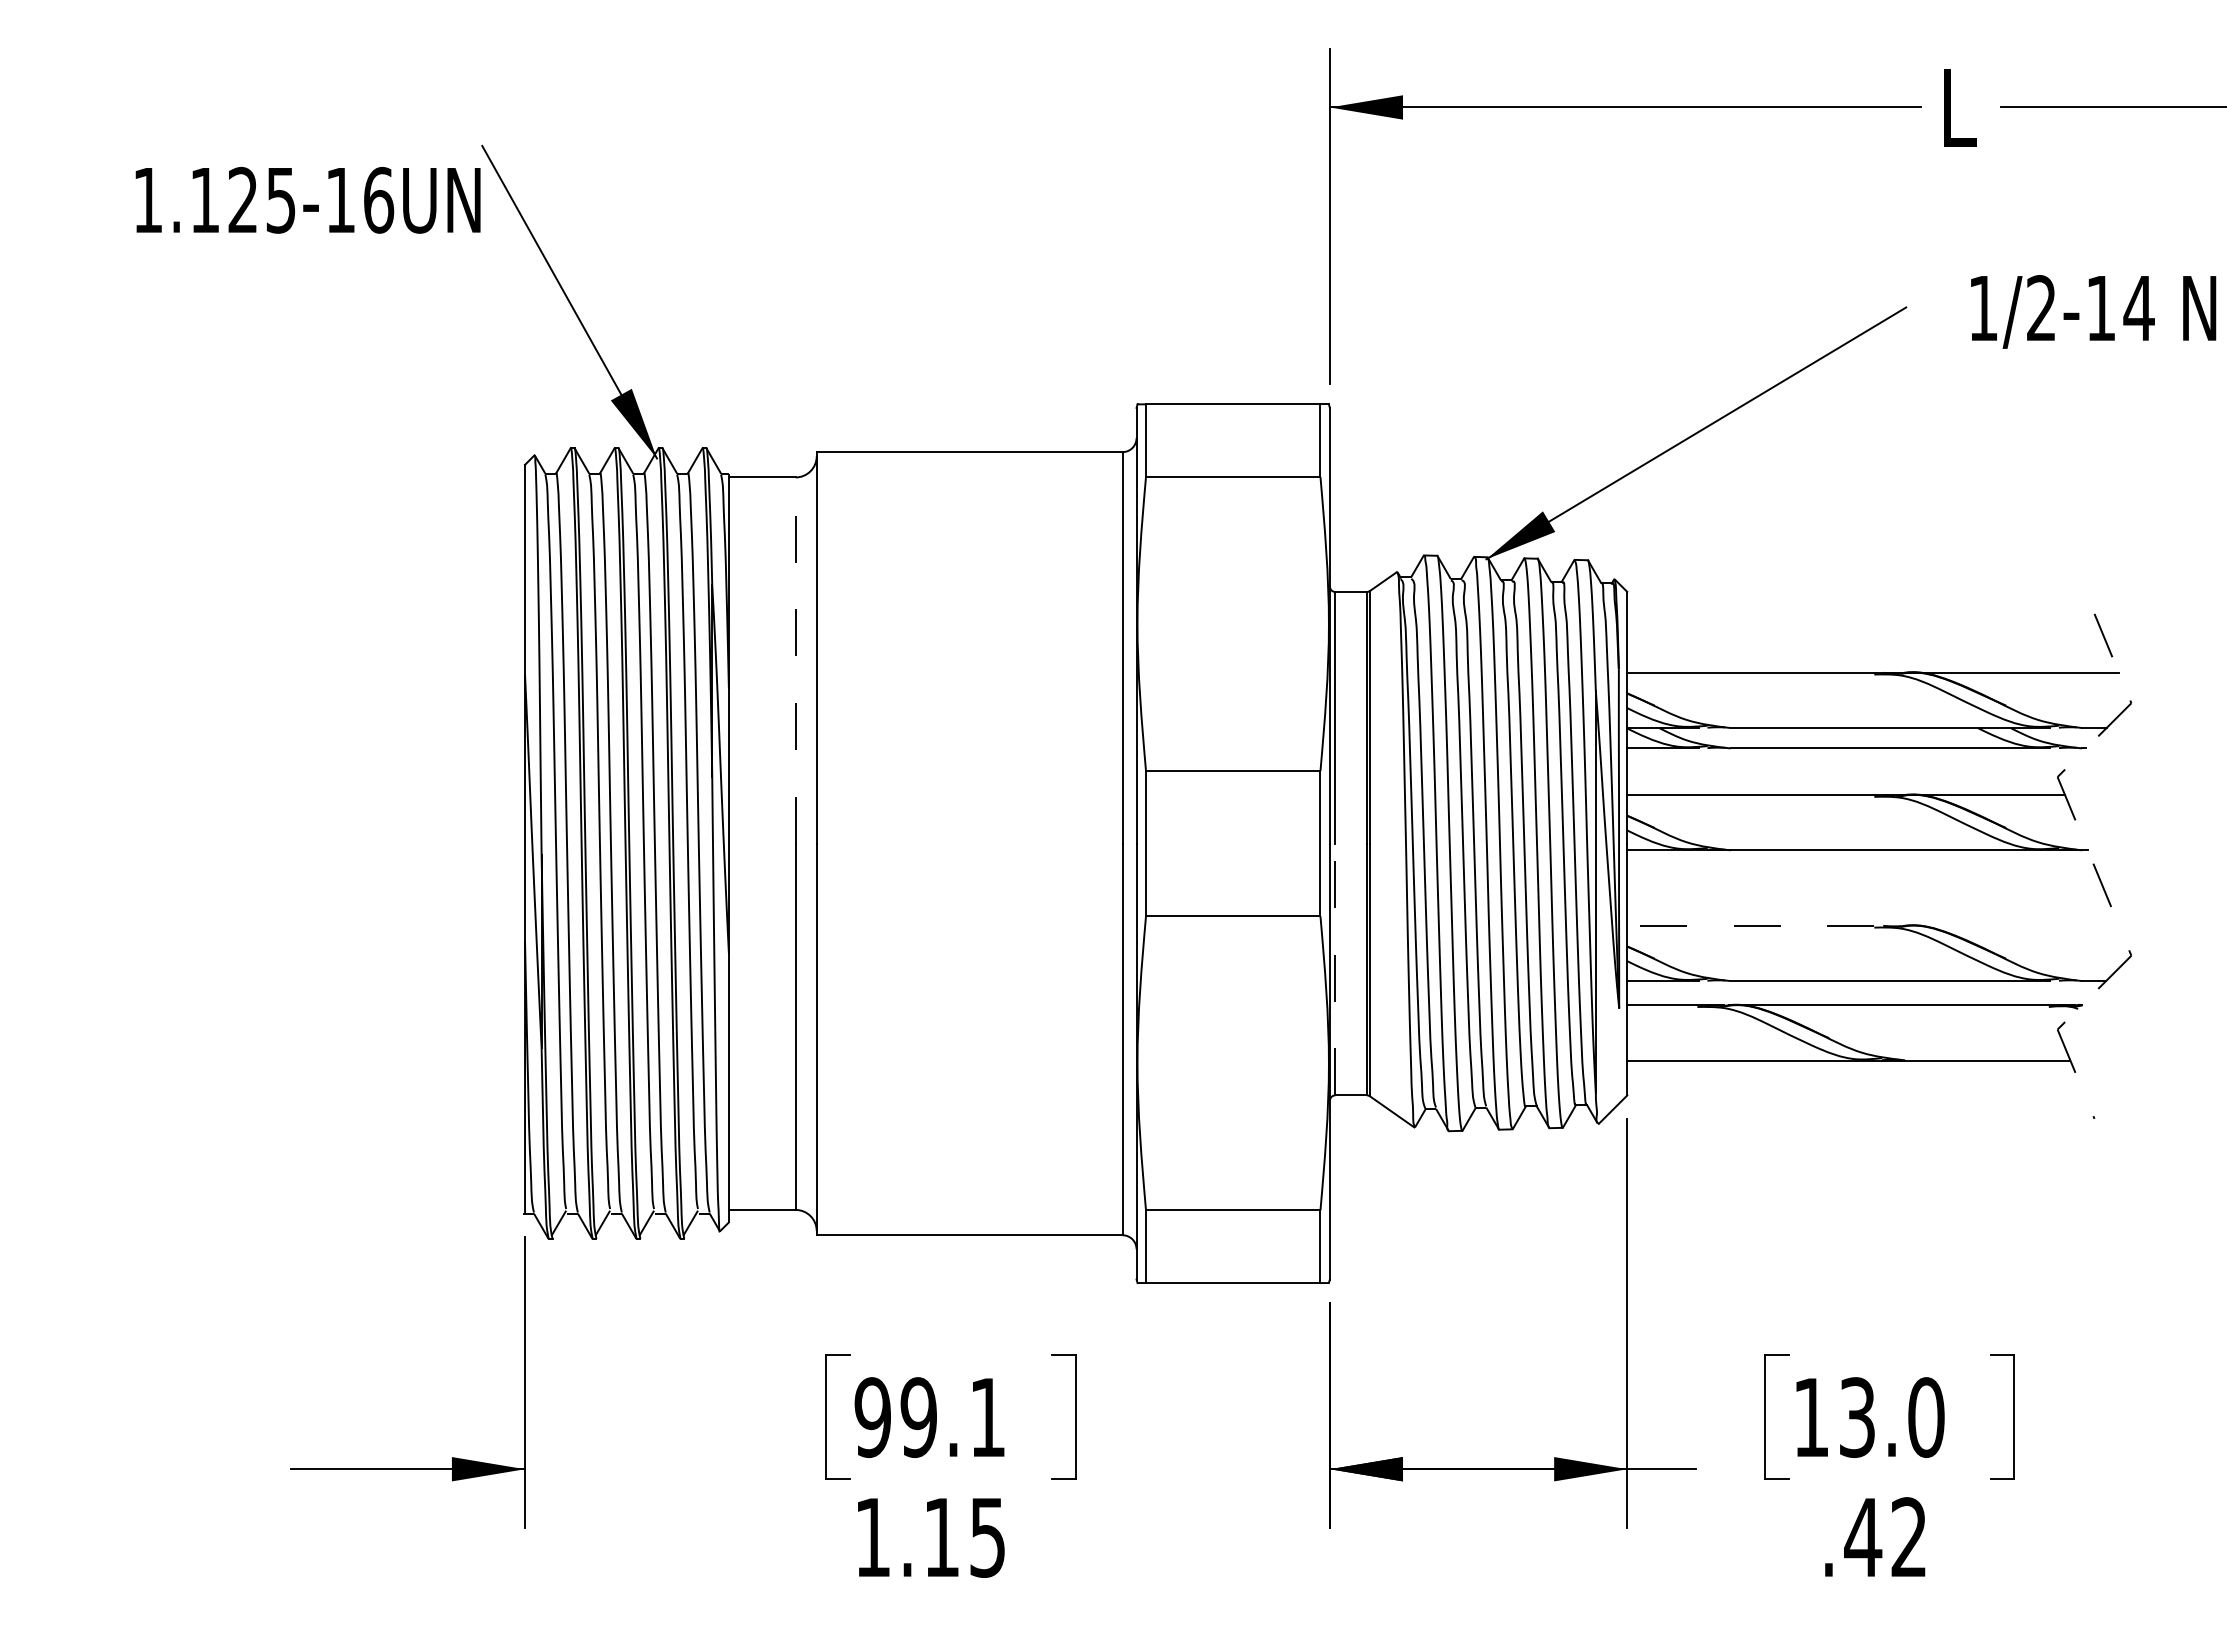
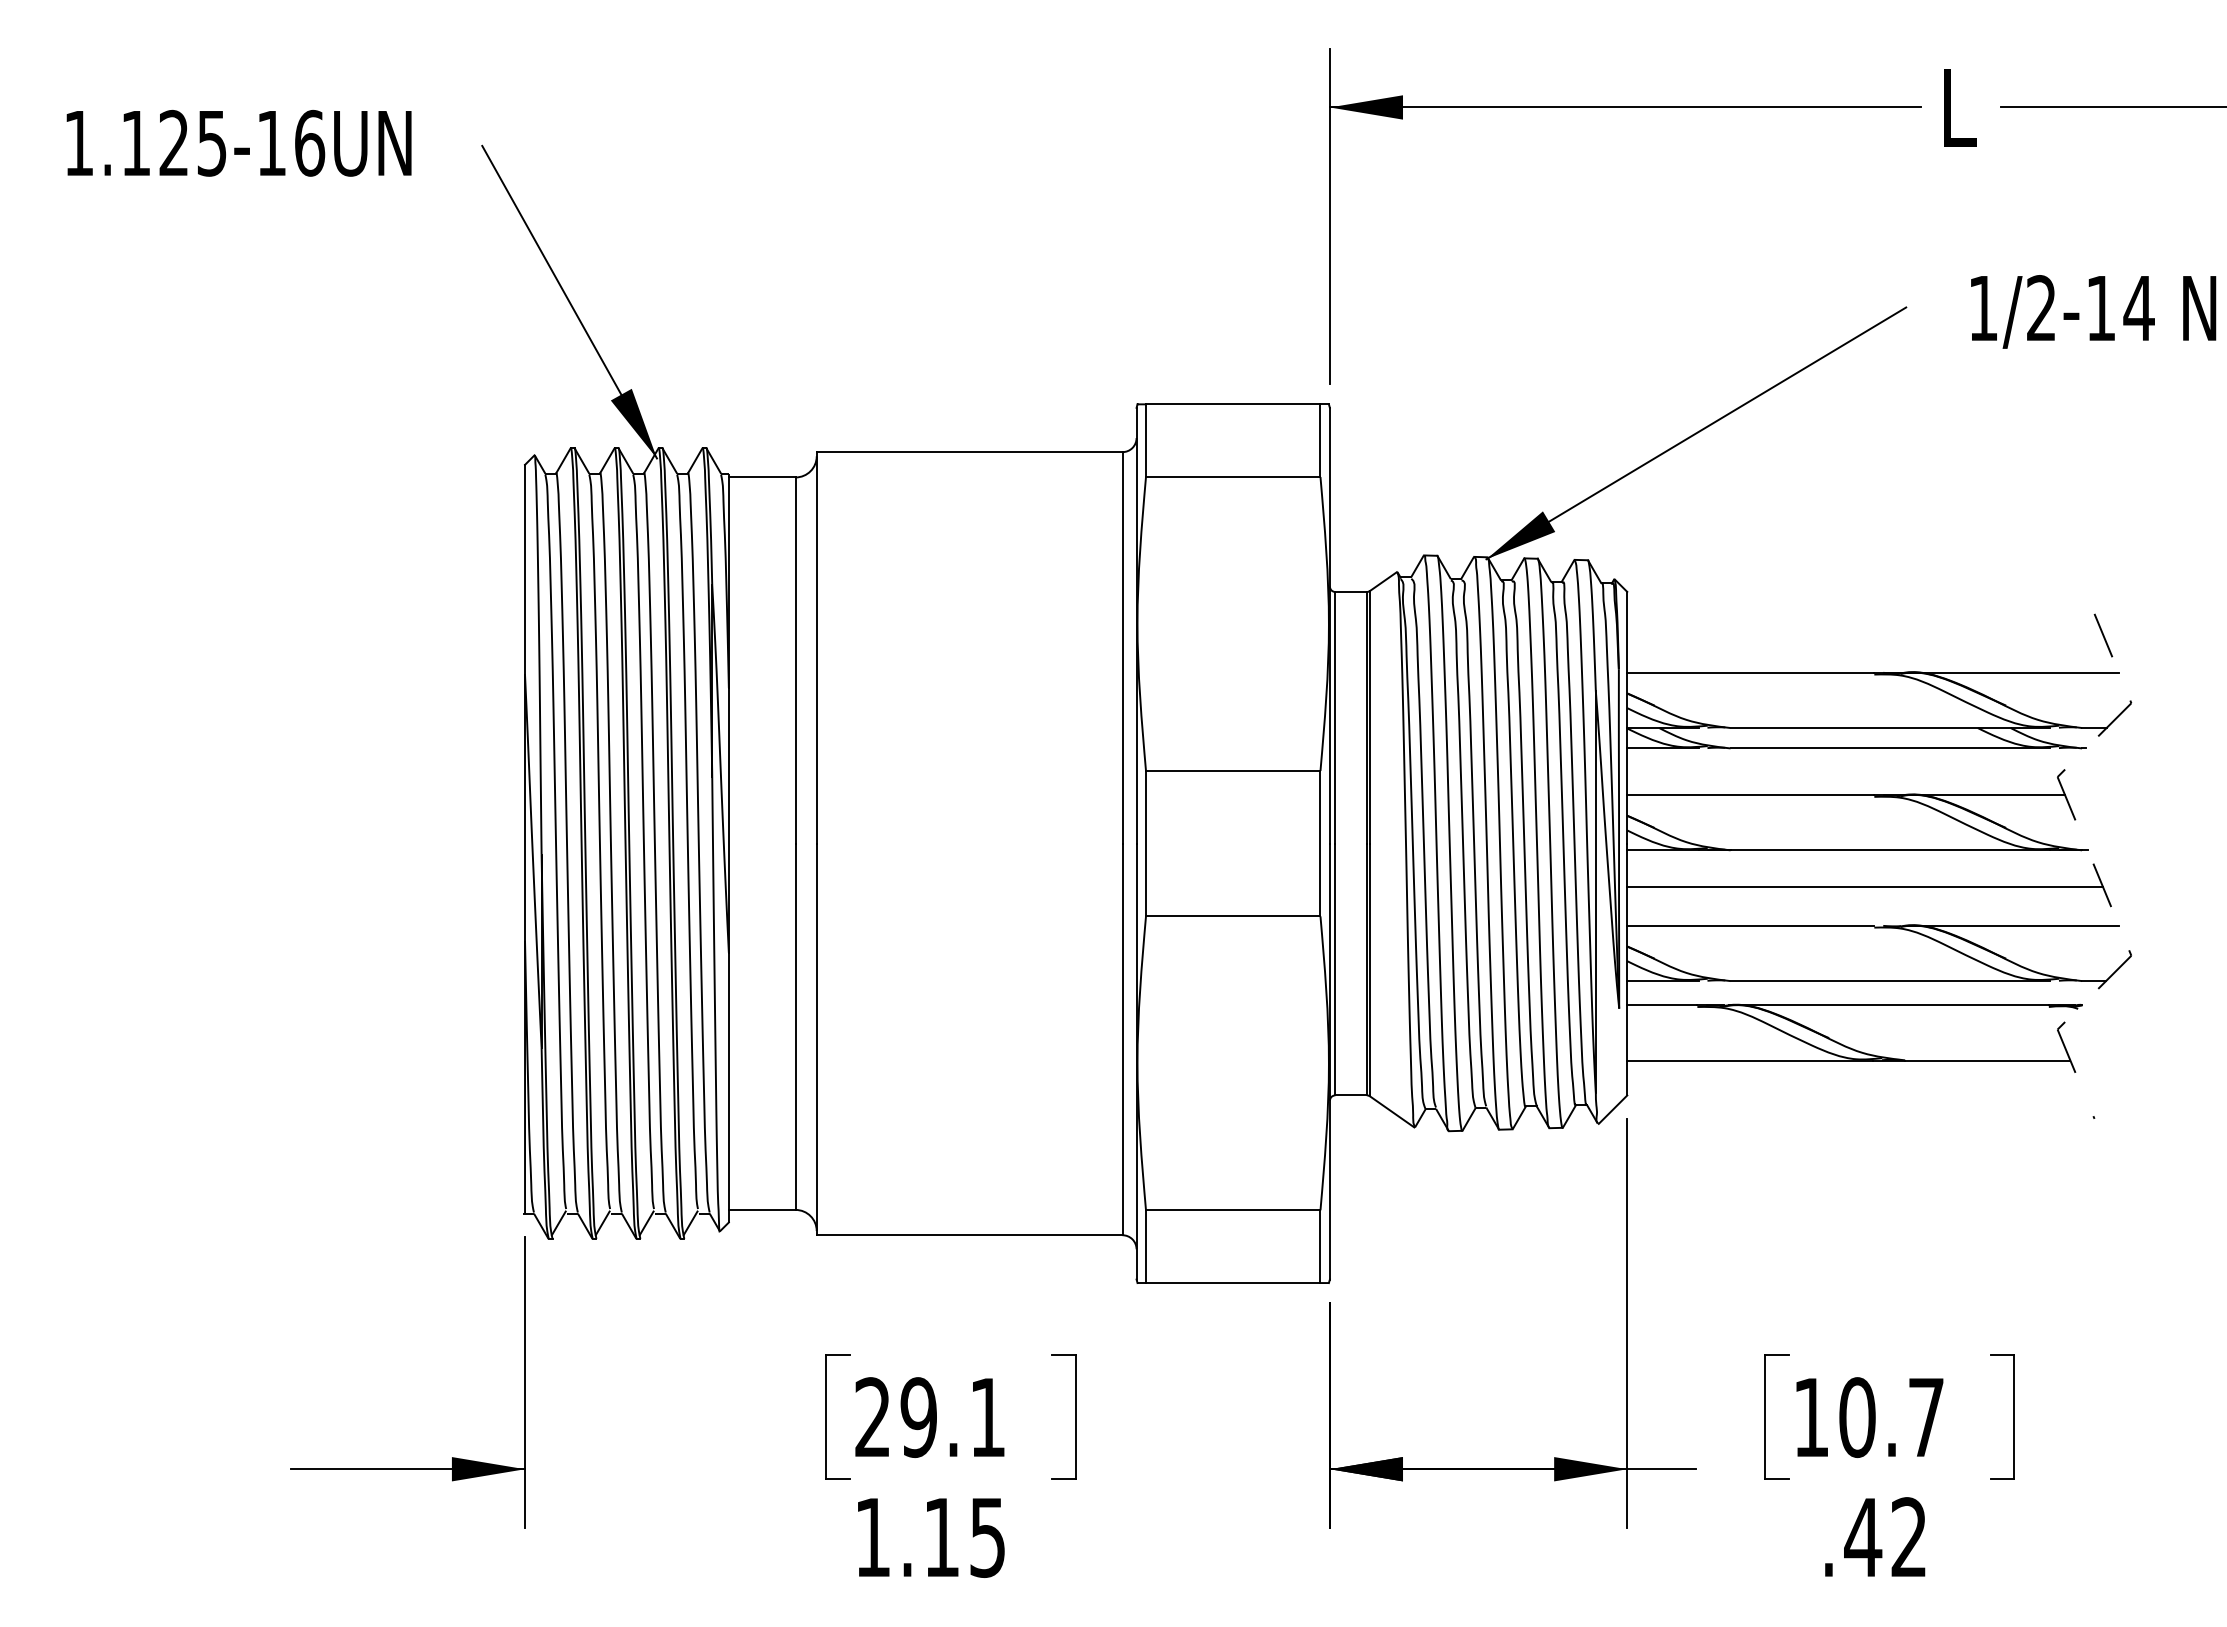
text at (307, 199) position: (307, 199) -> (238, 142)
line at (795, 660): dashed -> solid
line at (1864, 886): none -> present
line at (1750, 925): dashed -> solid
line at (2012, 925): none -> present
line at (1335, 969): dashed -> solid
text at (872, 1417): 99.1 -> 29.1
text at (1891, 1417): 13.0 -> 10.7
